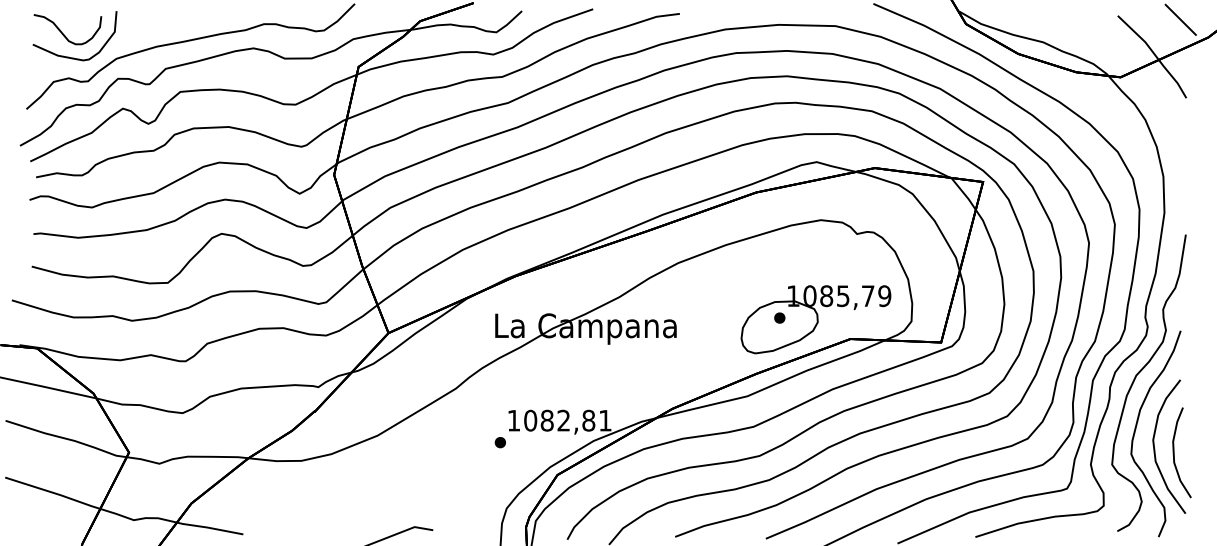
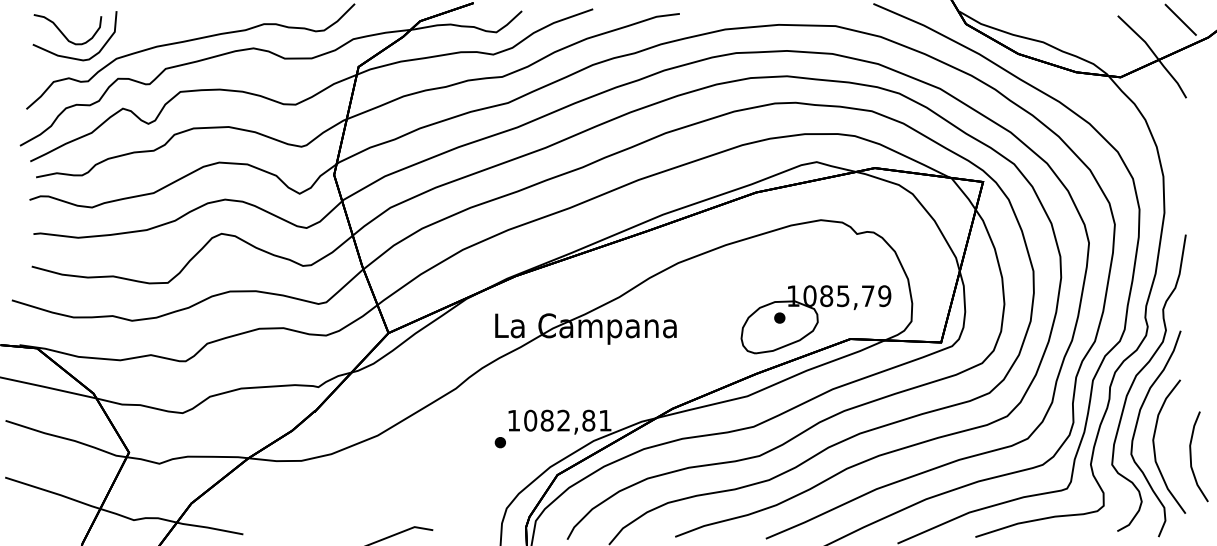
part at (1174, 452) position: (1174, 452) -> (1191, 456)
